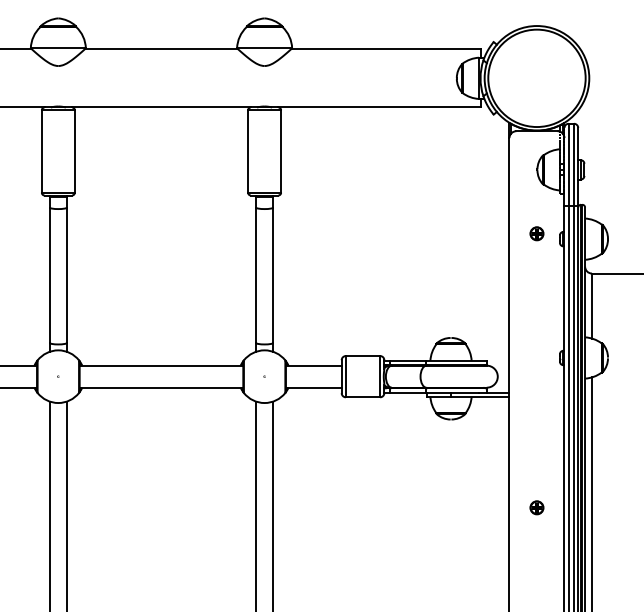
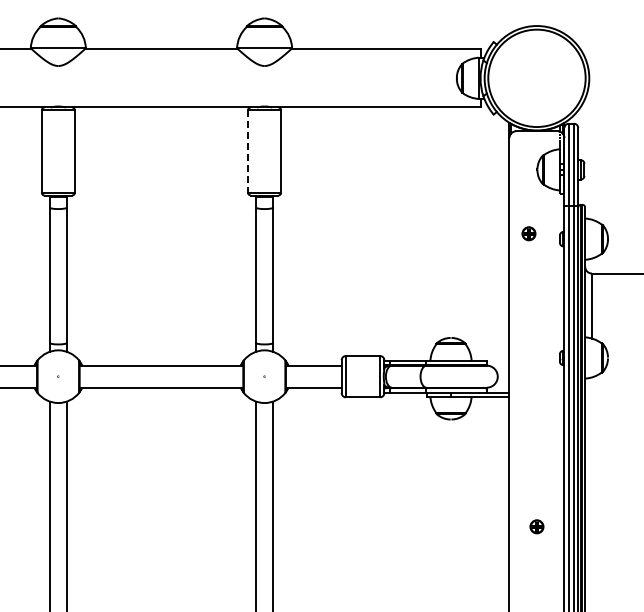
line at (248, 152): solid -> dashed
part at (536, 233) position: (536, 233) -> (528, 233)
line at (591, 492): present -> none
part at (536, 507) position: (536, 507) -> (536, 526)
